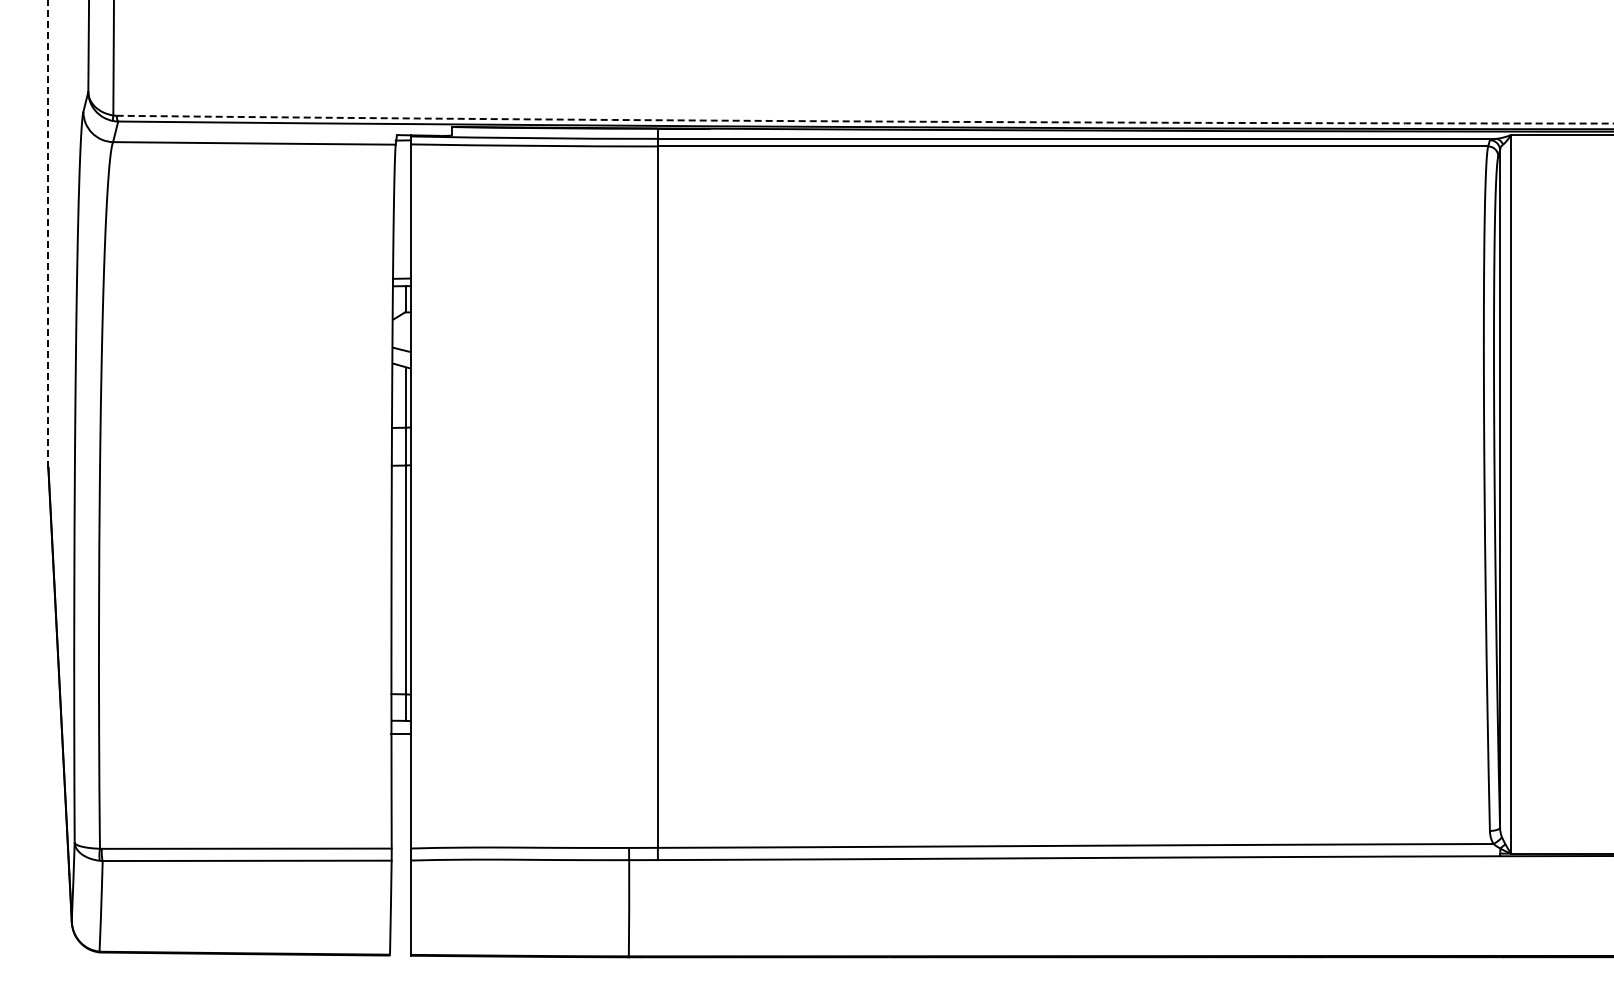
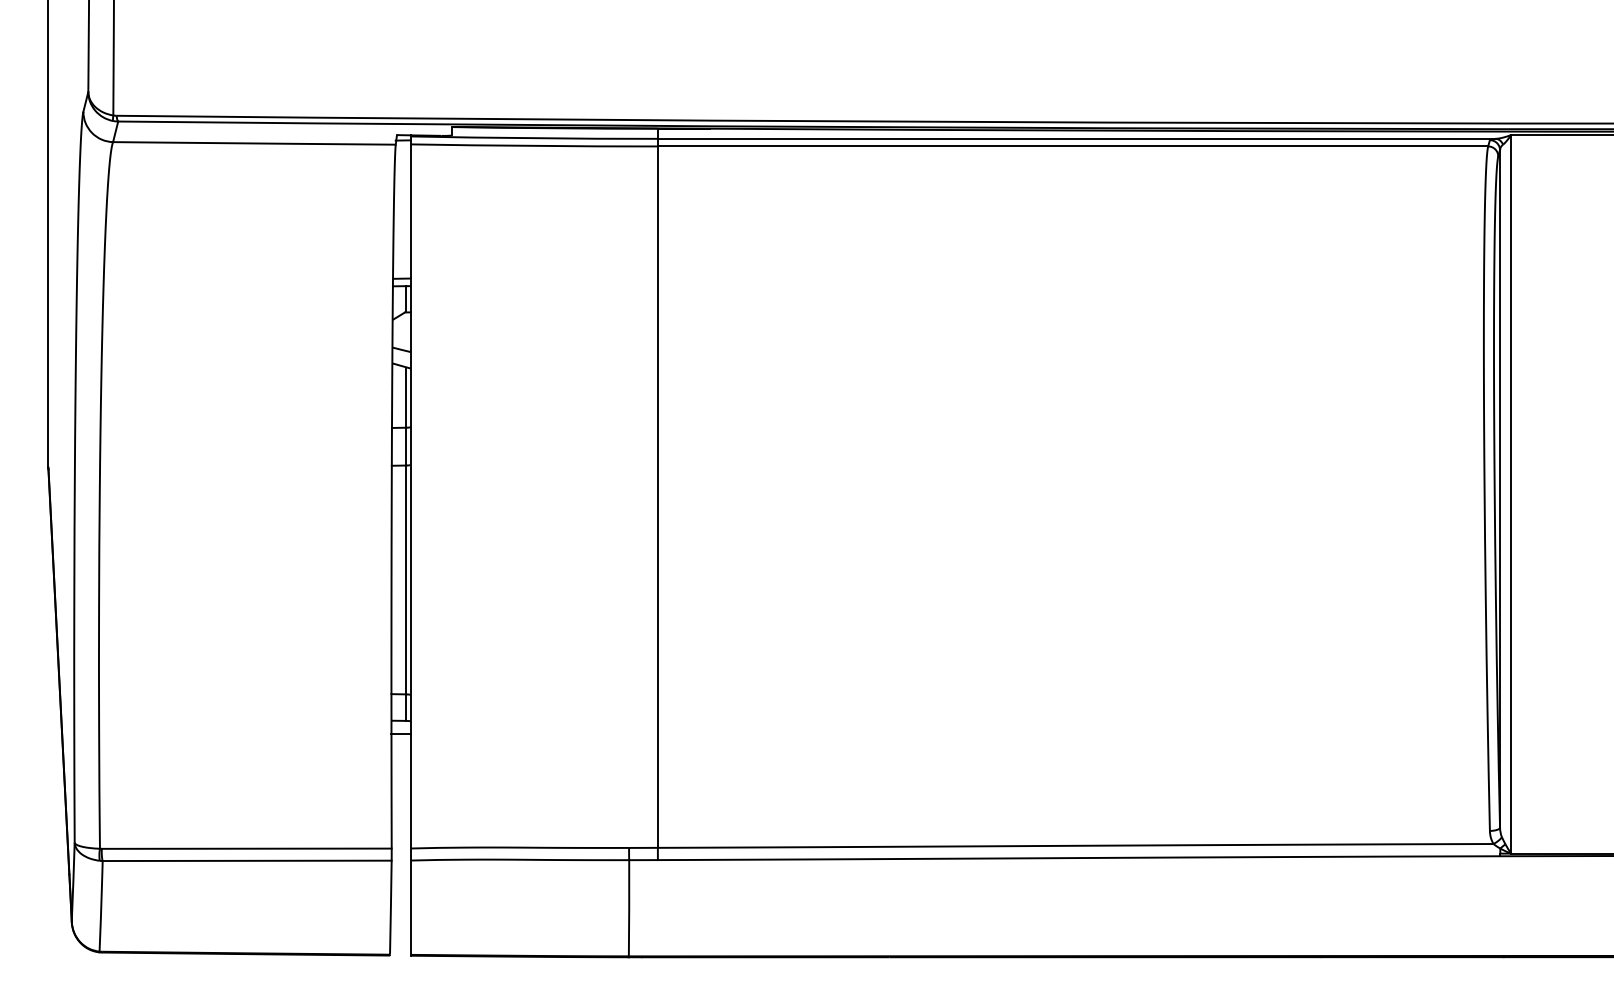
arc at (865, 121): dashed -> solid
line at (48, 233): dashed -> solid
